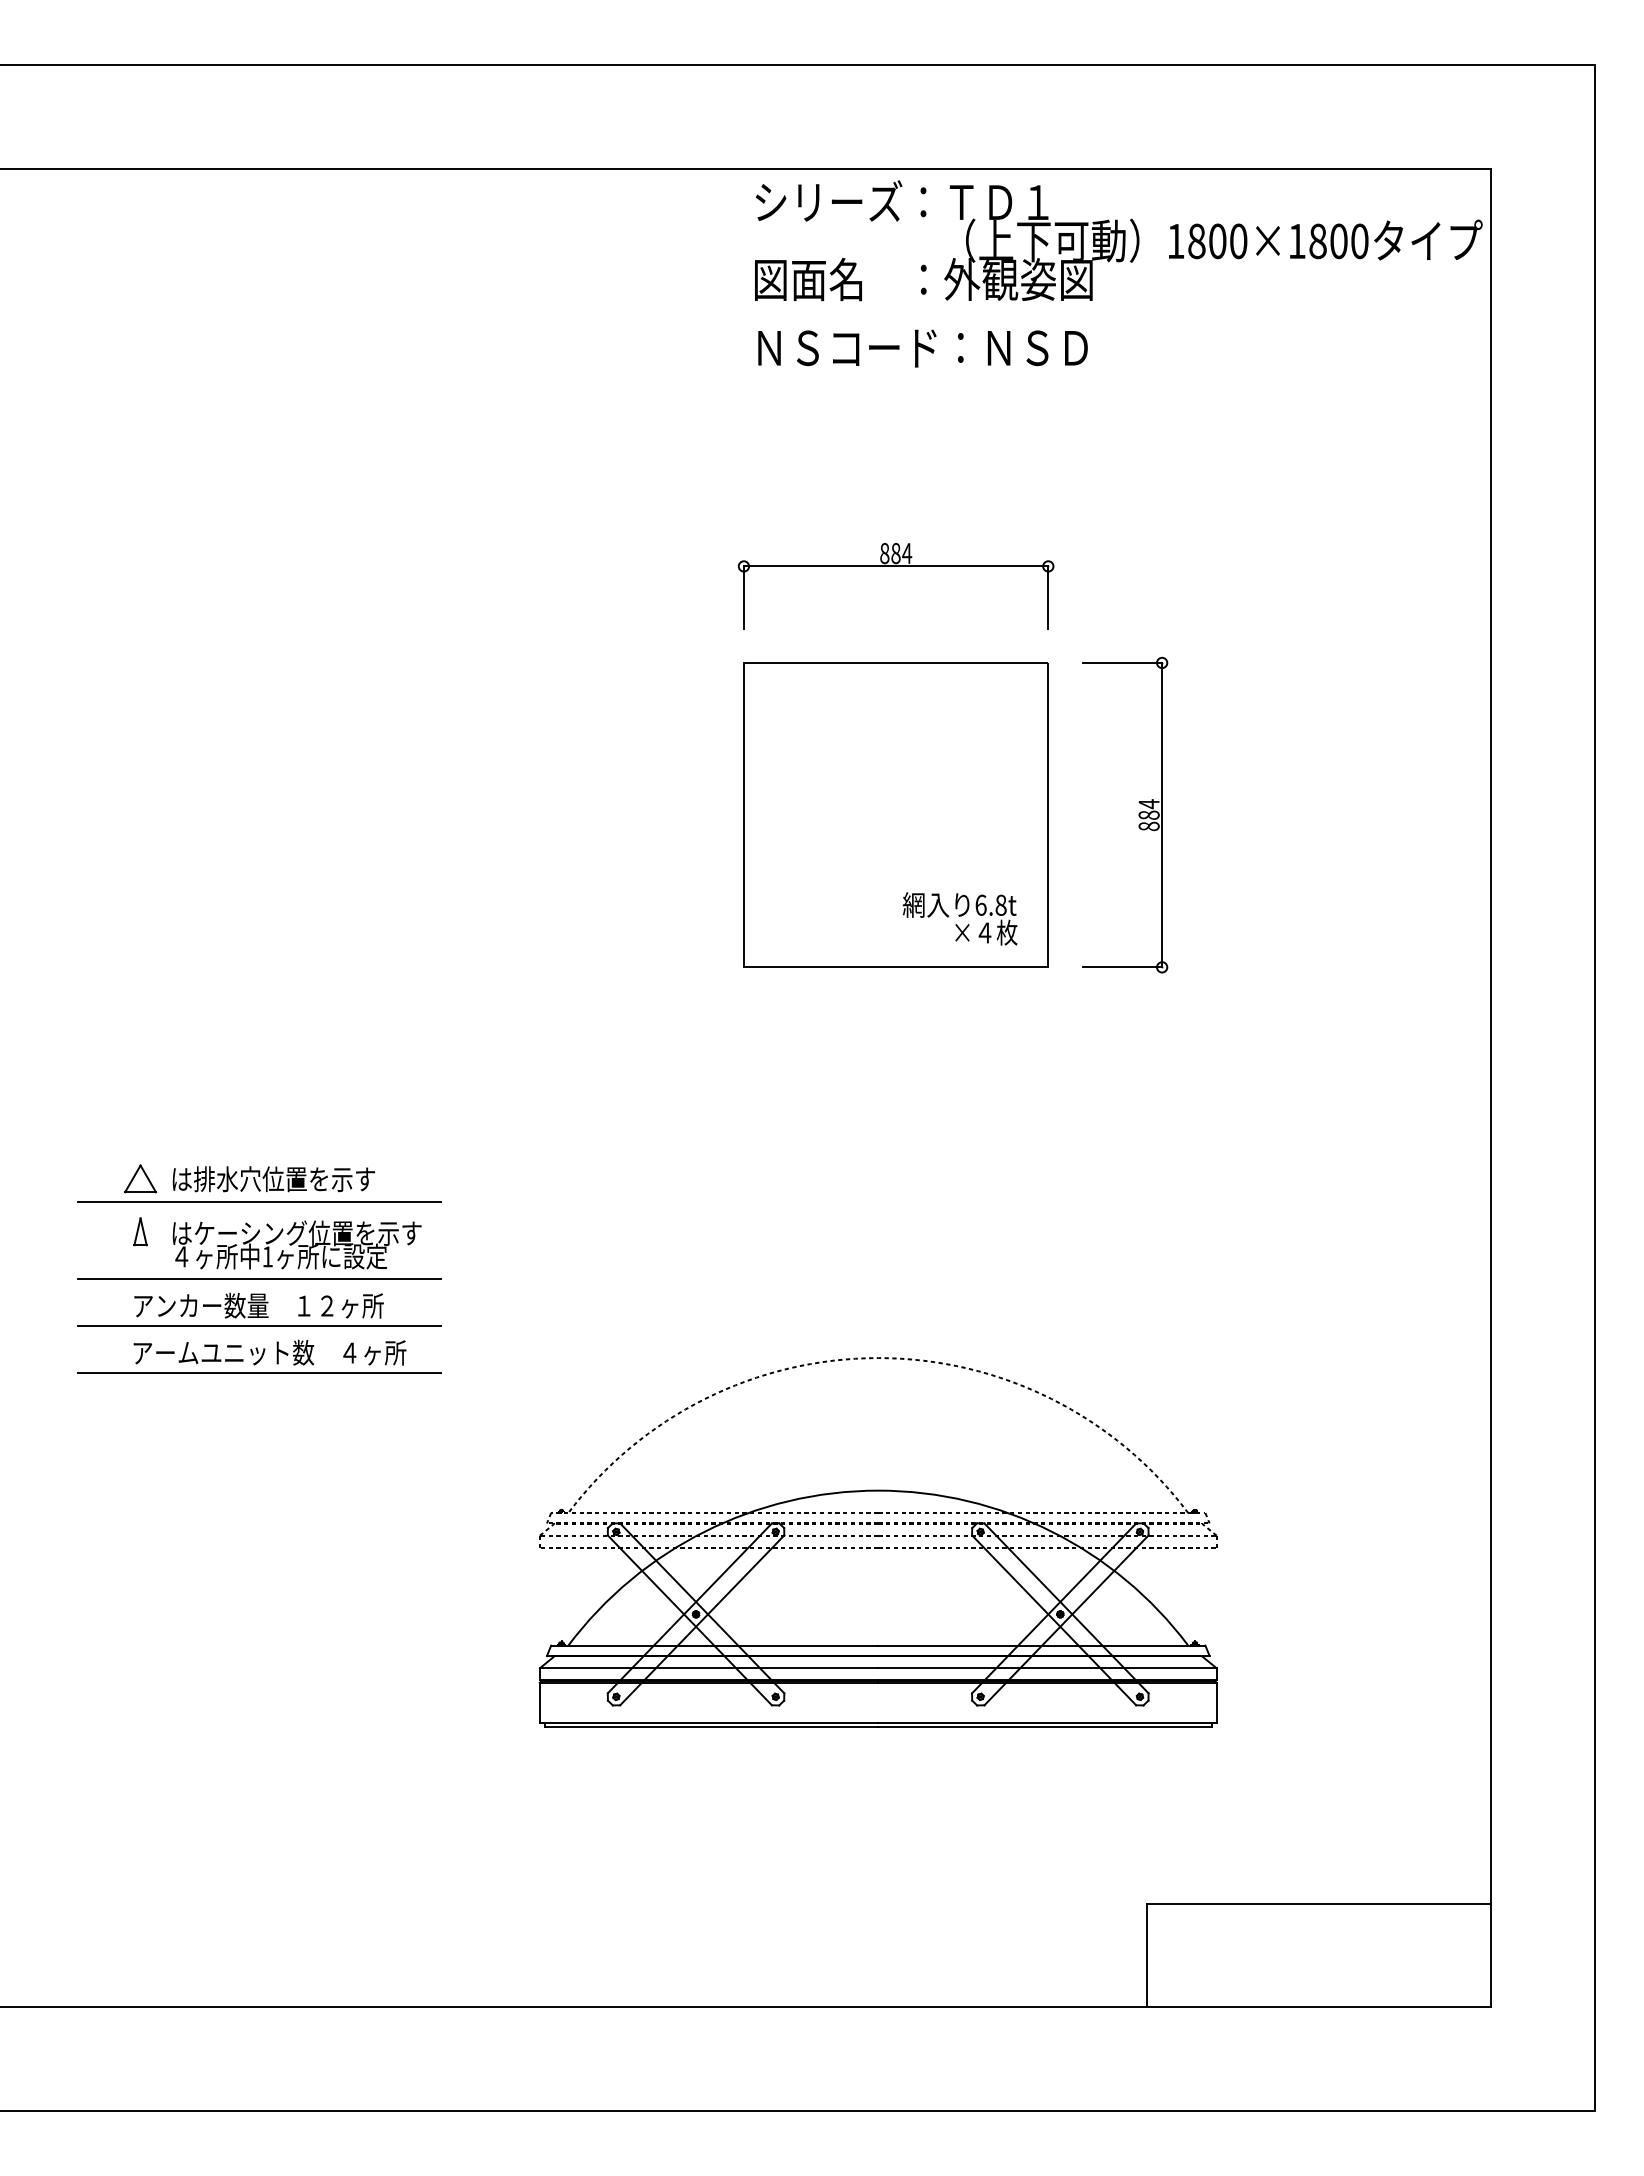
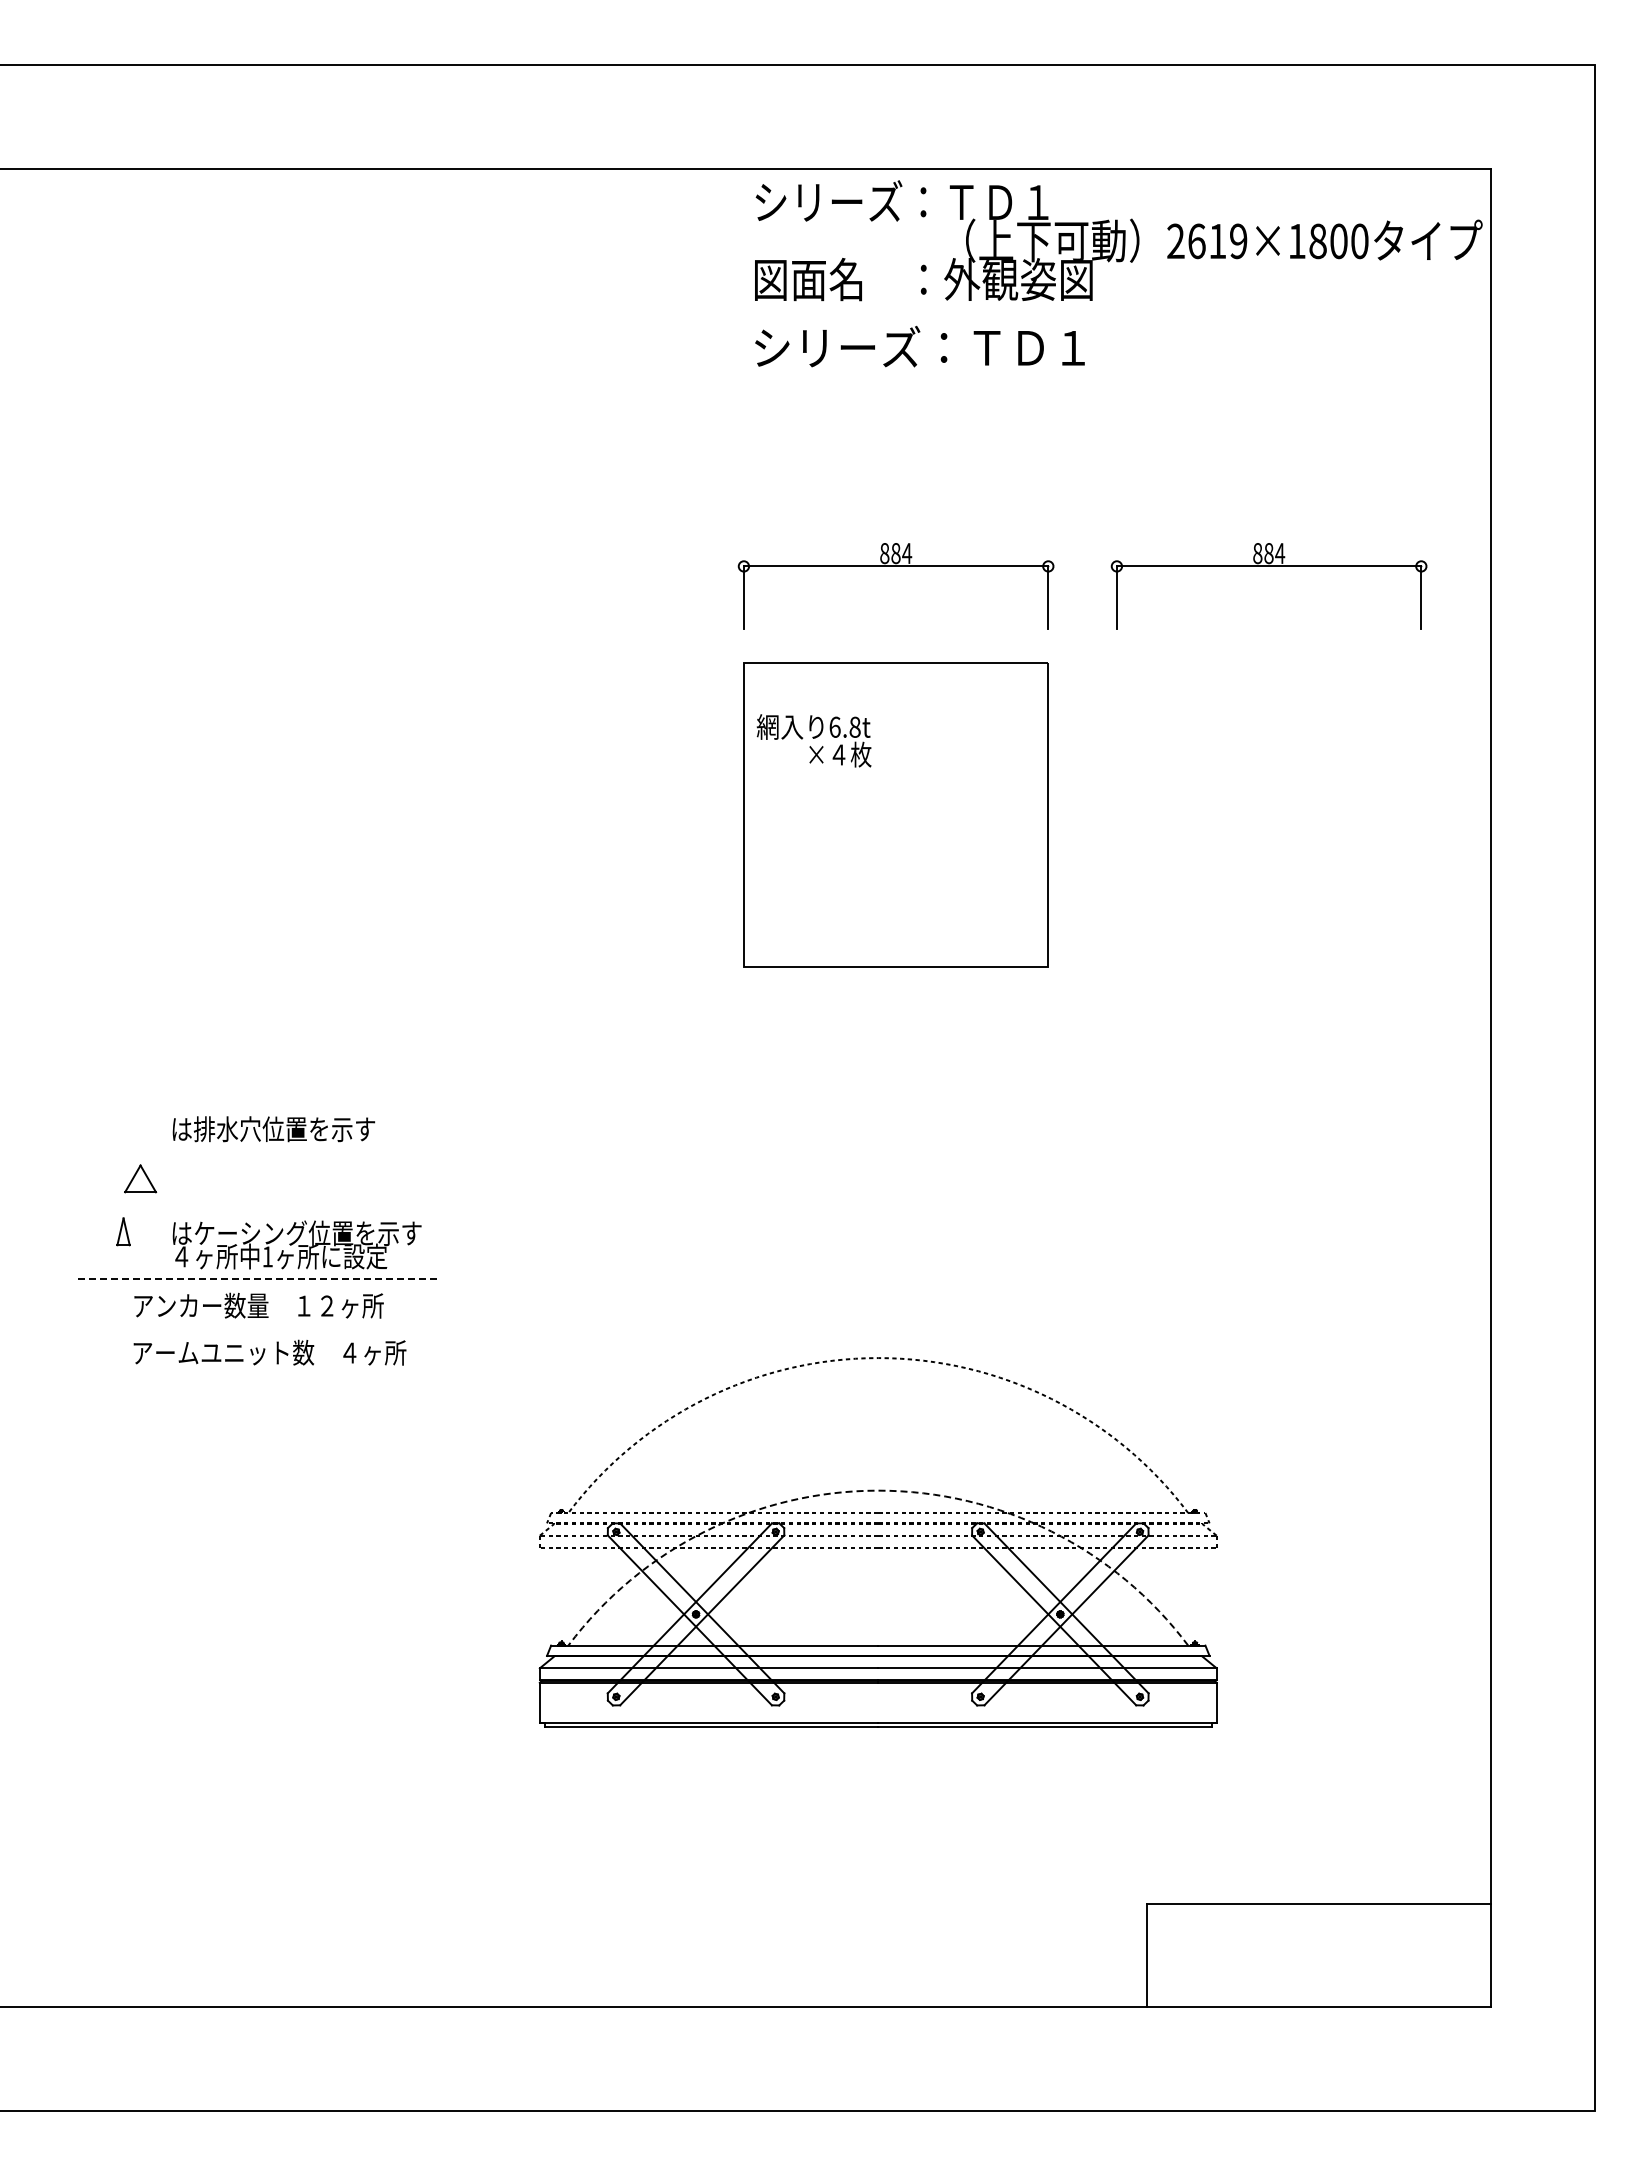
text at (1207, 241): 1800×1800 -> 2619×1800
text at (921, 346): ＮＳコード：ＮＳＤ -> シリーズ：ＴＤ１
part at (1268, 566): none -> present
part at (1138, 814): present -> none
text at (959, 918) position: (959, 918) -> (813, 740)
text at (273, 1179) position: (273, 1179) -> (273, 1129)
line at (259, 1201): present -> none
part at (140, 1231) position: (140, 1231) -> (123, 1231)
line at (260, 1279): solid -> dashed
line at (259, 1326): present -> none
line at (259, 1373): present -> none
arc at (878, 1490): solid -> dashed
